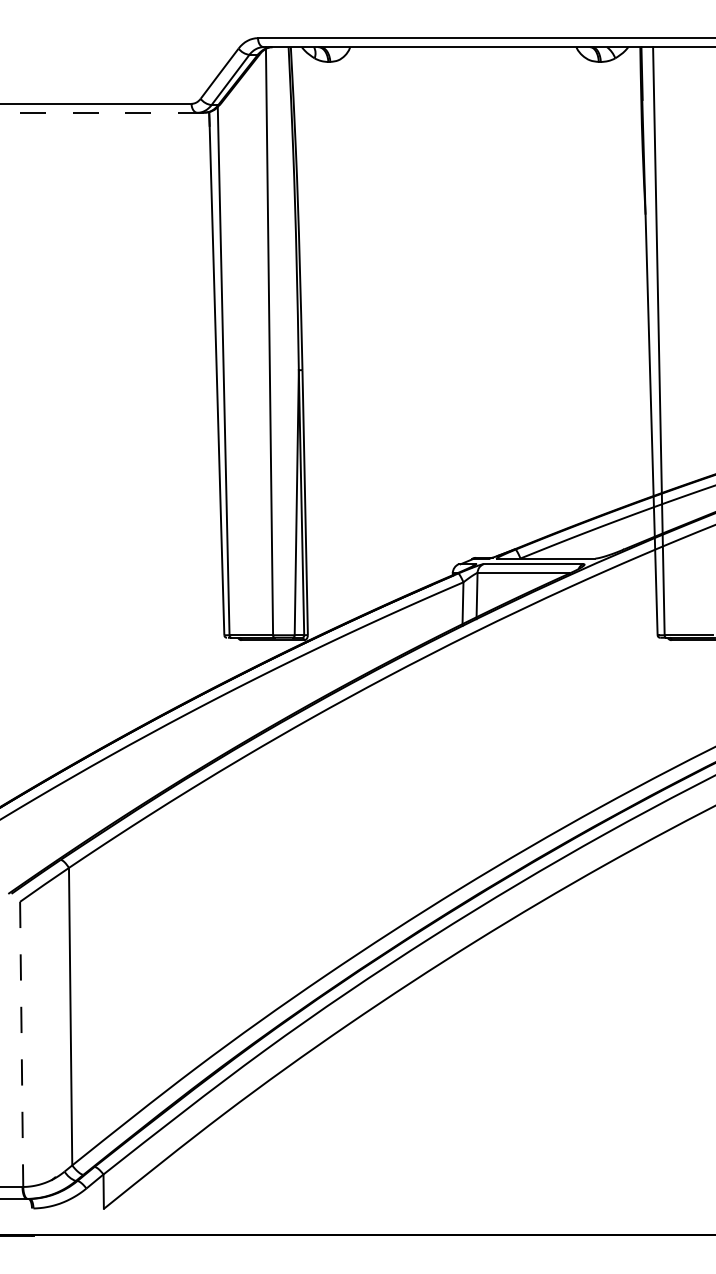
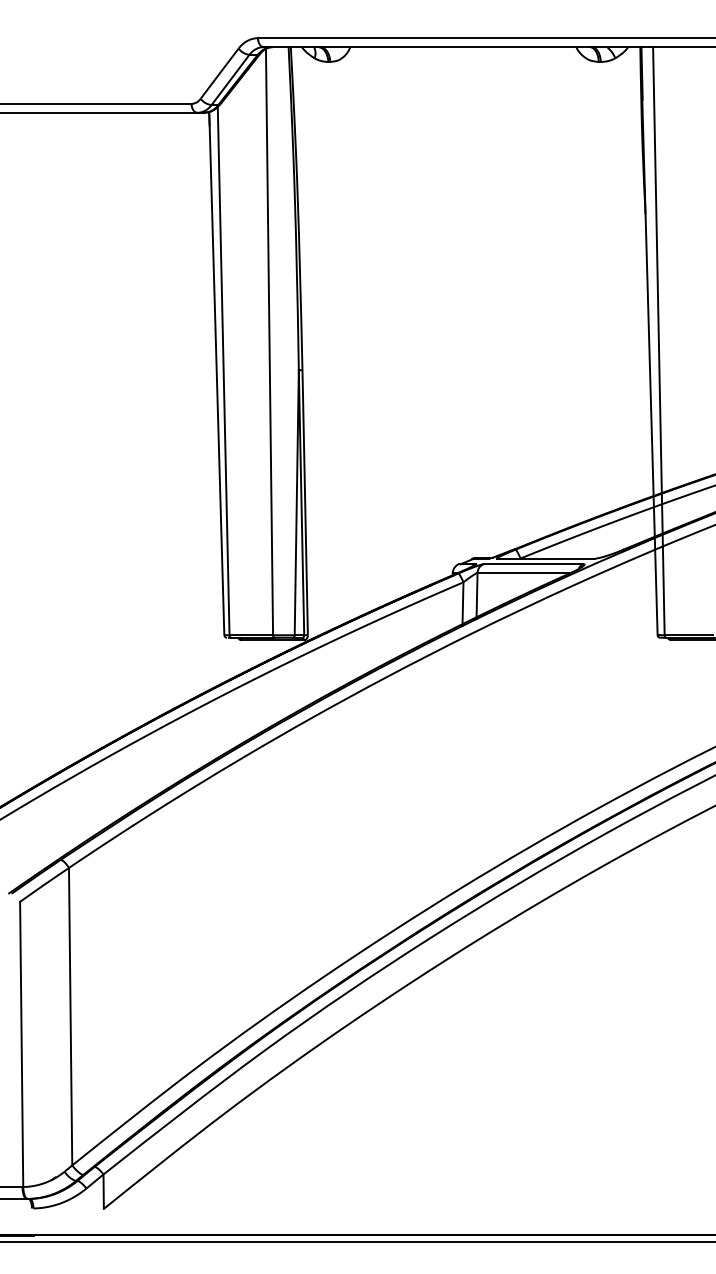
line at (102, 112): dashed -> solid
line at (21, 1044): dashed -> solid
line at (357, 1241): none -> present
